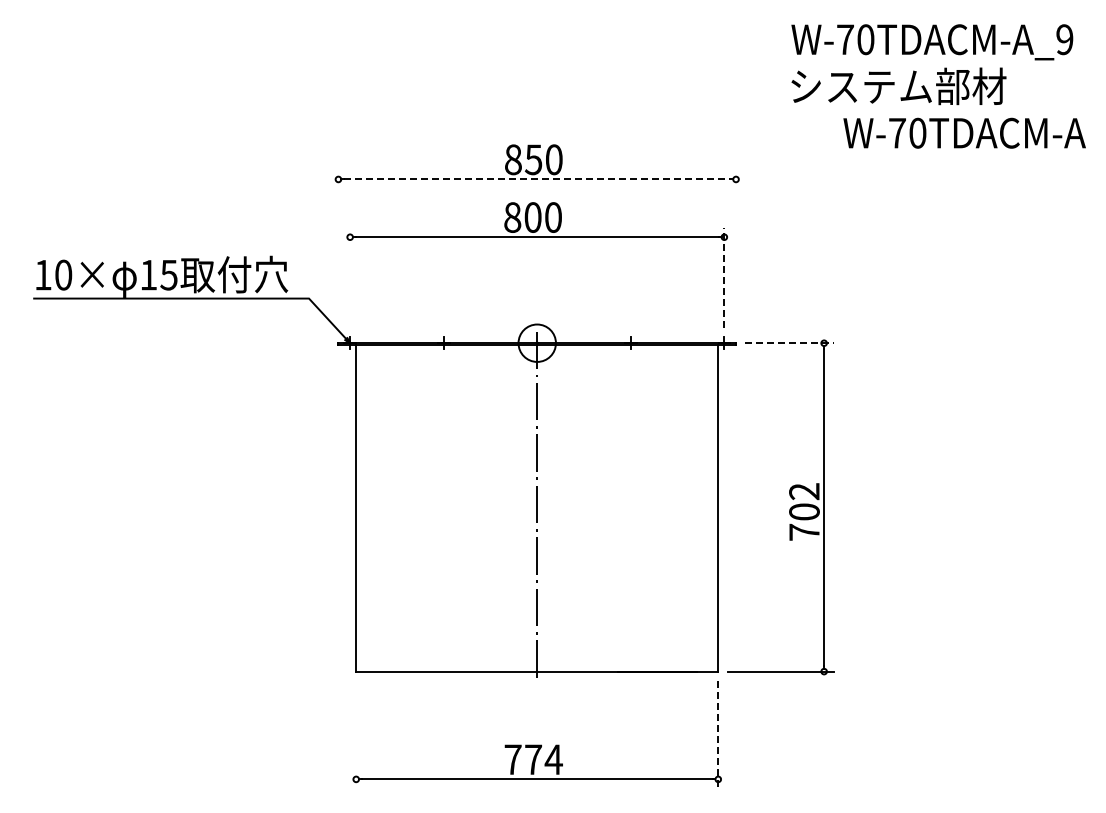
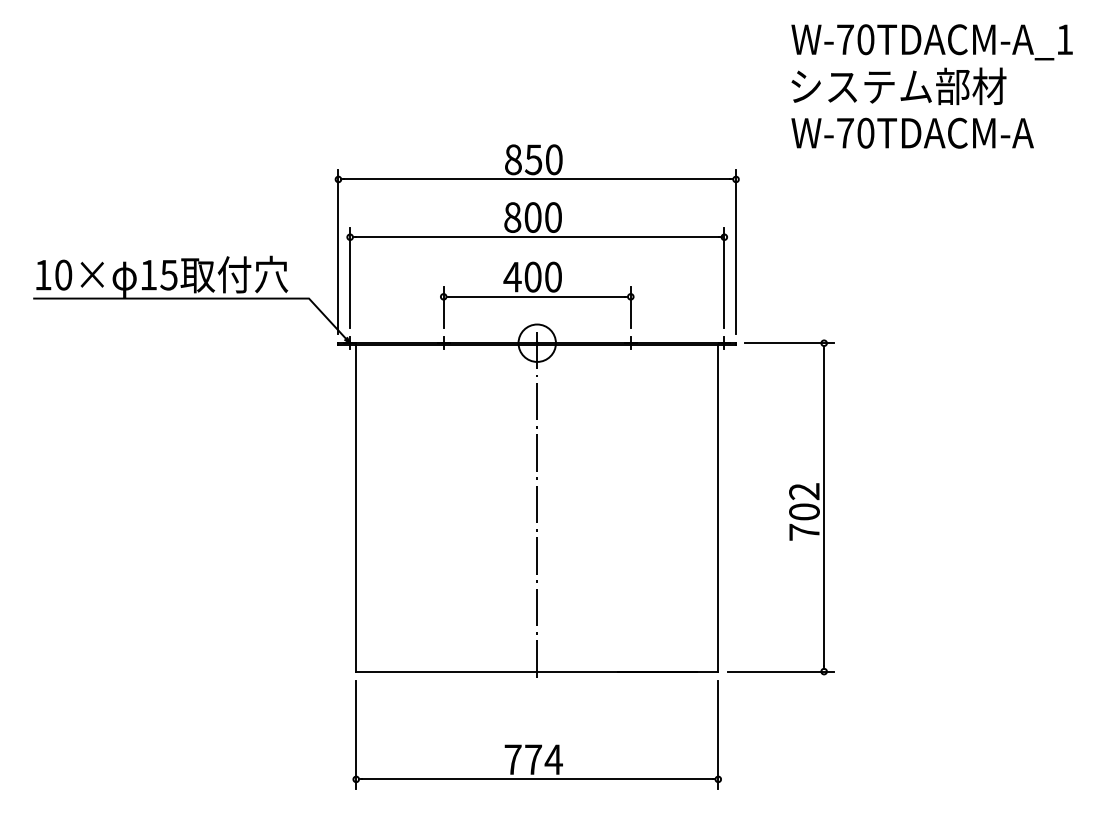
text at (1064, 39): W-70TDACM-A_9 -> W-70TDACM-A_1
text at (964, 132) position: (964, 132) -> (912, 132)
line at (537, 179): dashed -> solid
line at (338, 251): none -> present
line at (736, 251): none -> present
line at (350, 277): none -> present
line at (724, 277): dashed -> solid
part at (537, 294): none -> present
line at (789, 343): dashed -> solid
line at (356, 734): none -> present
line at (718, 734): dashed -> solid
